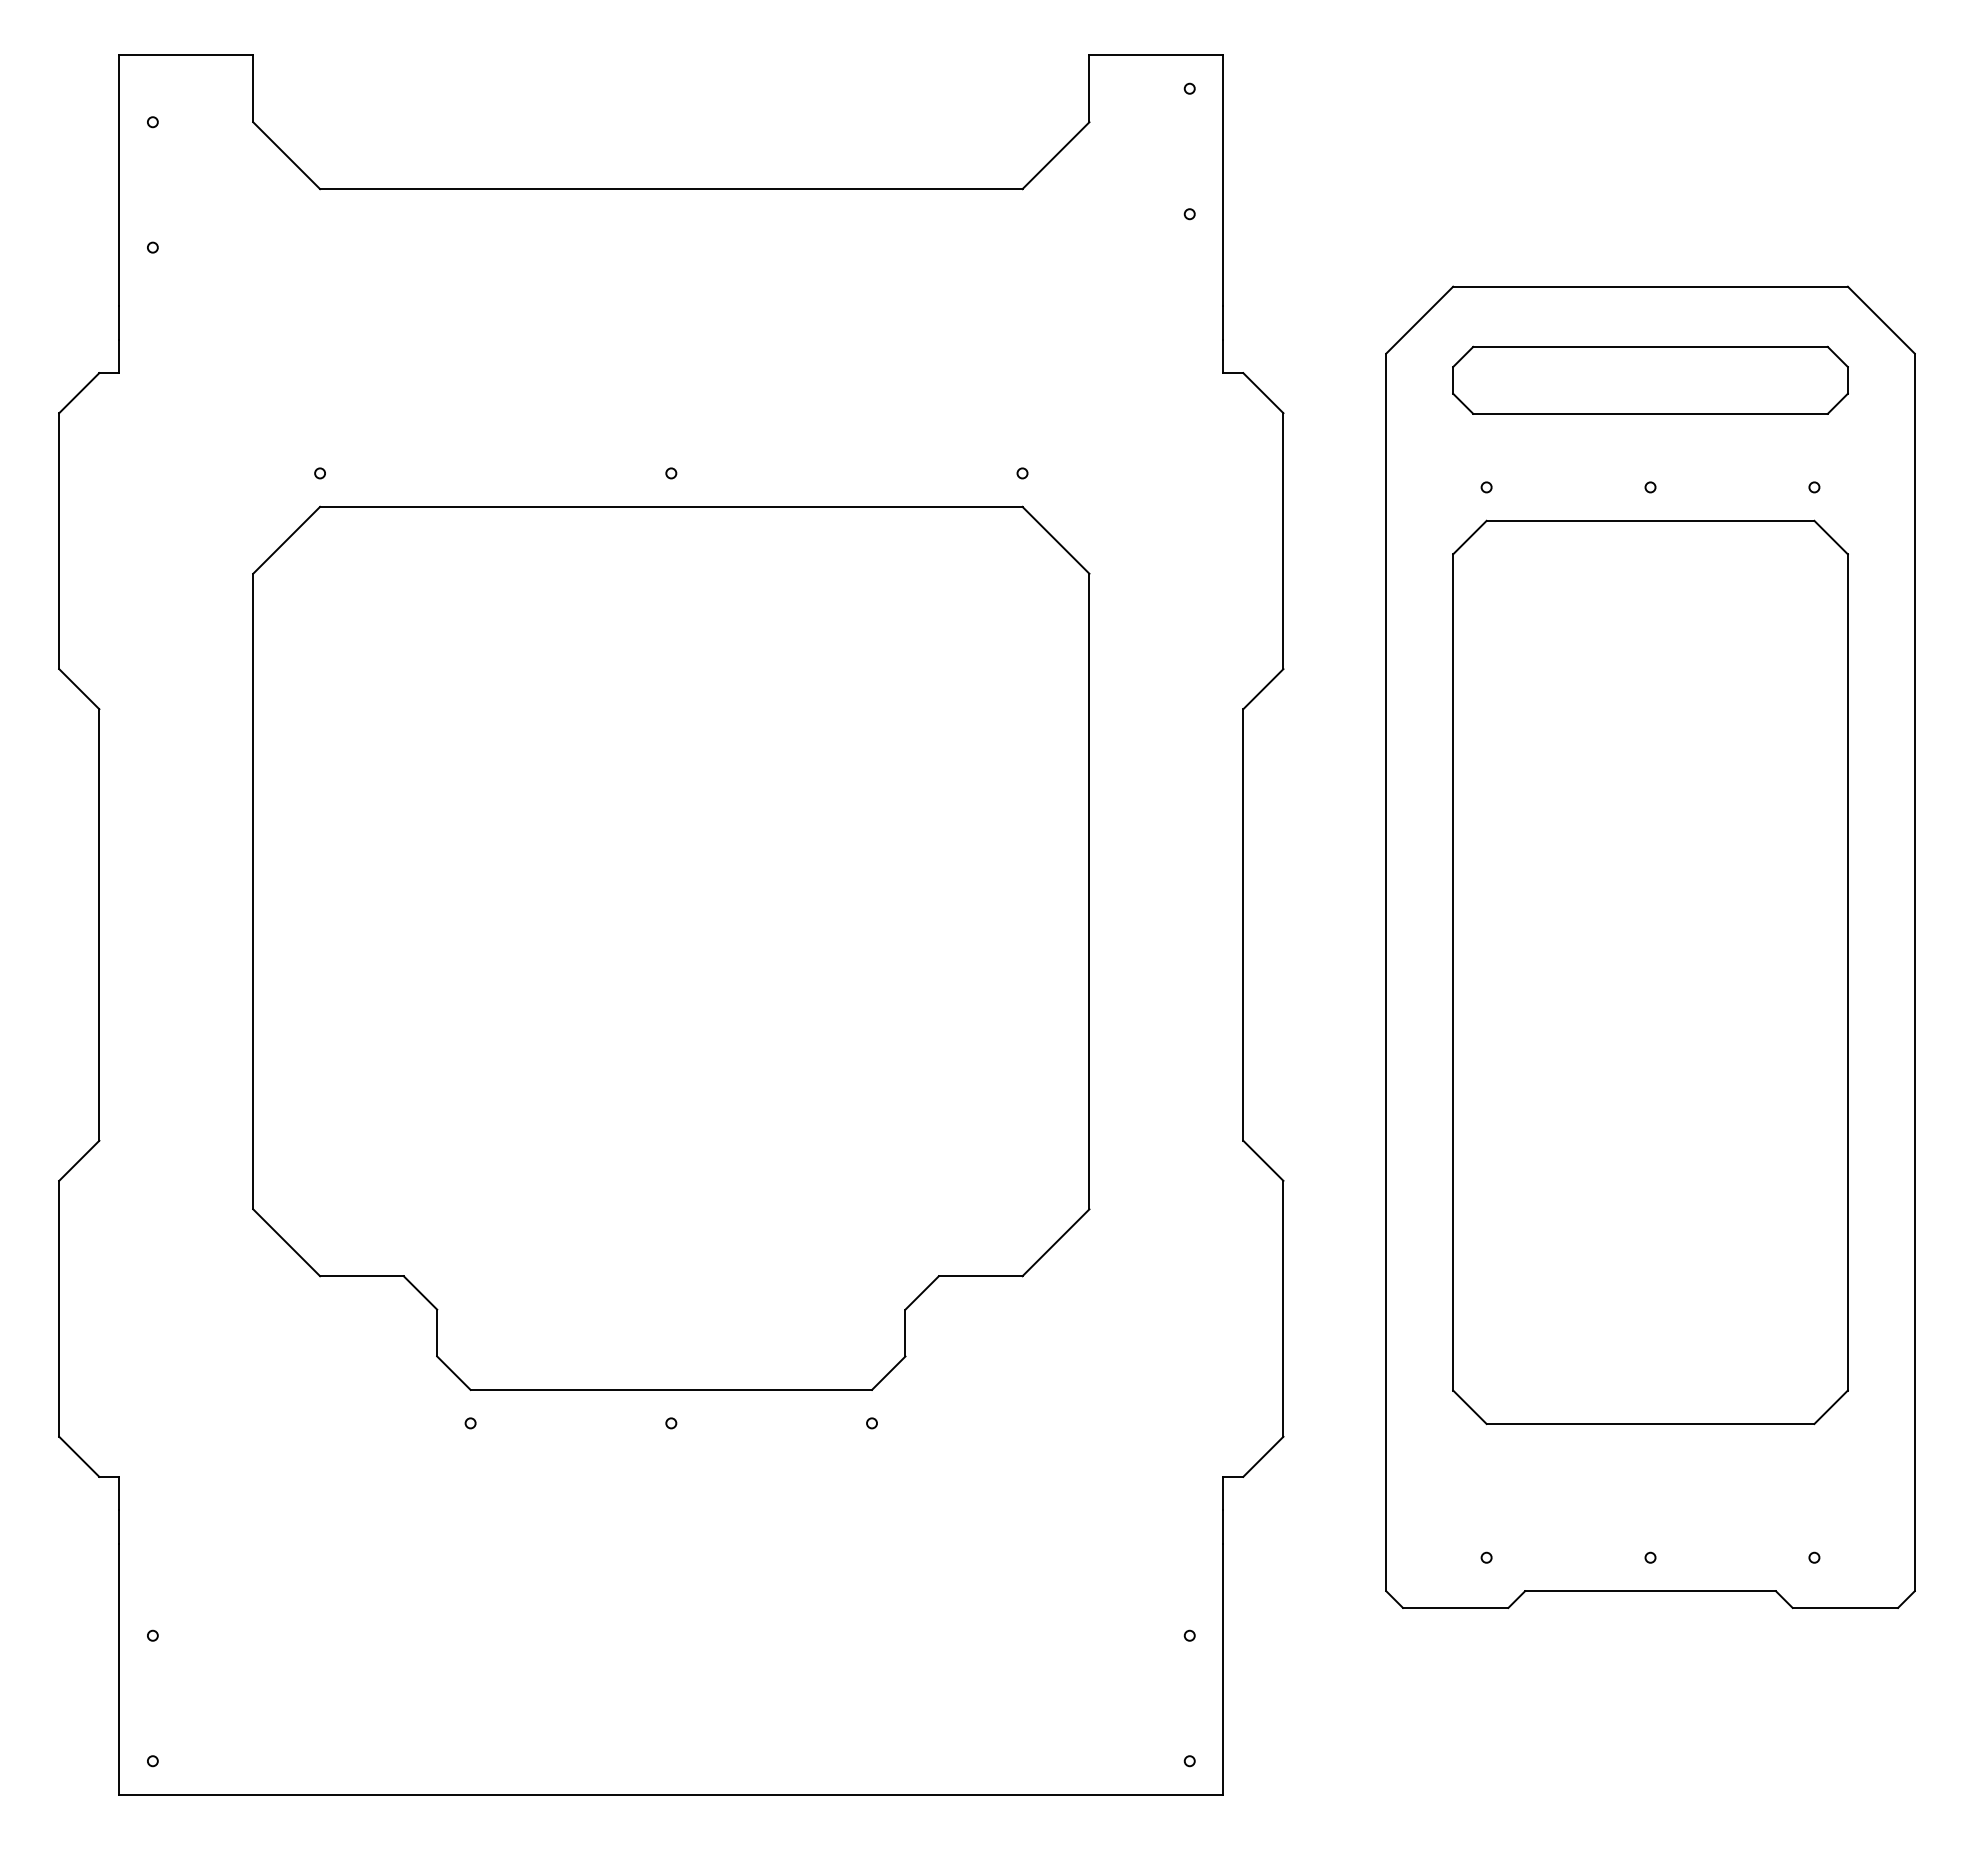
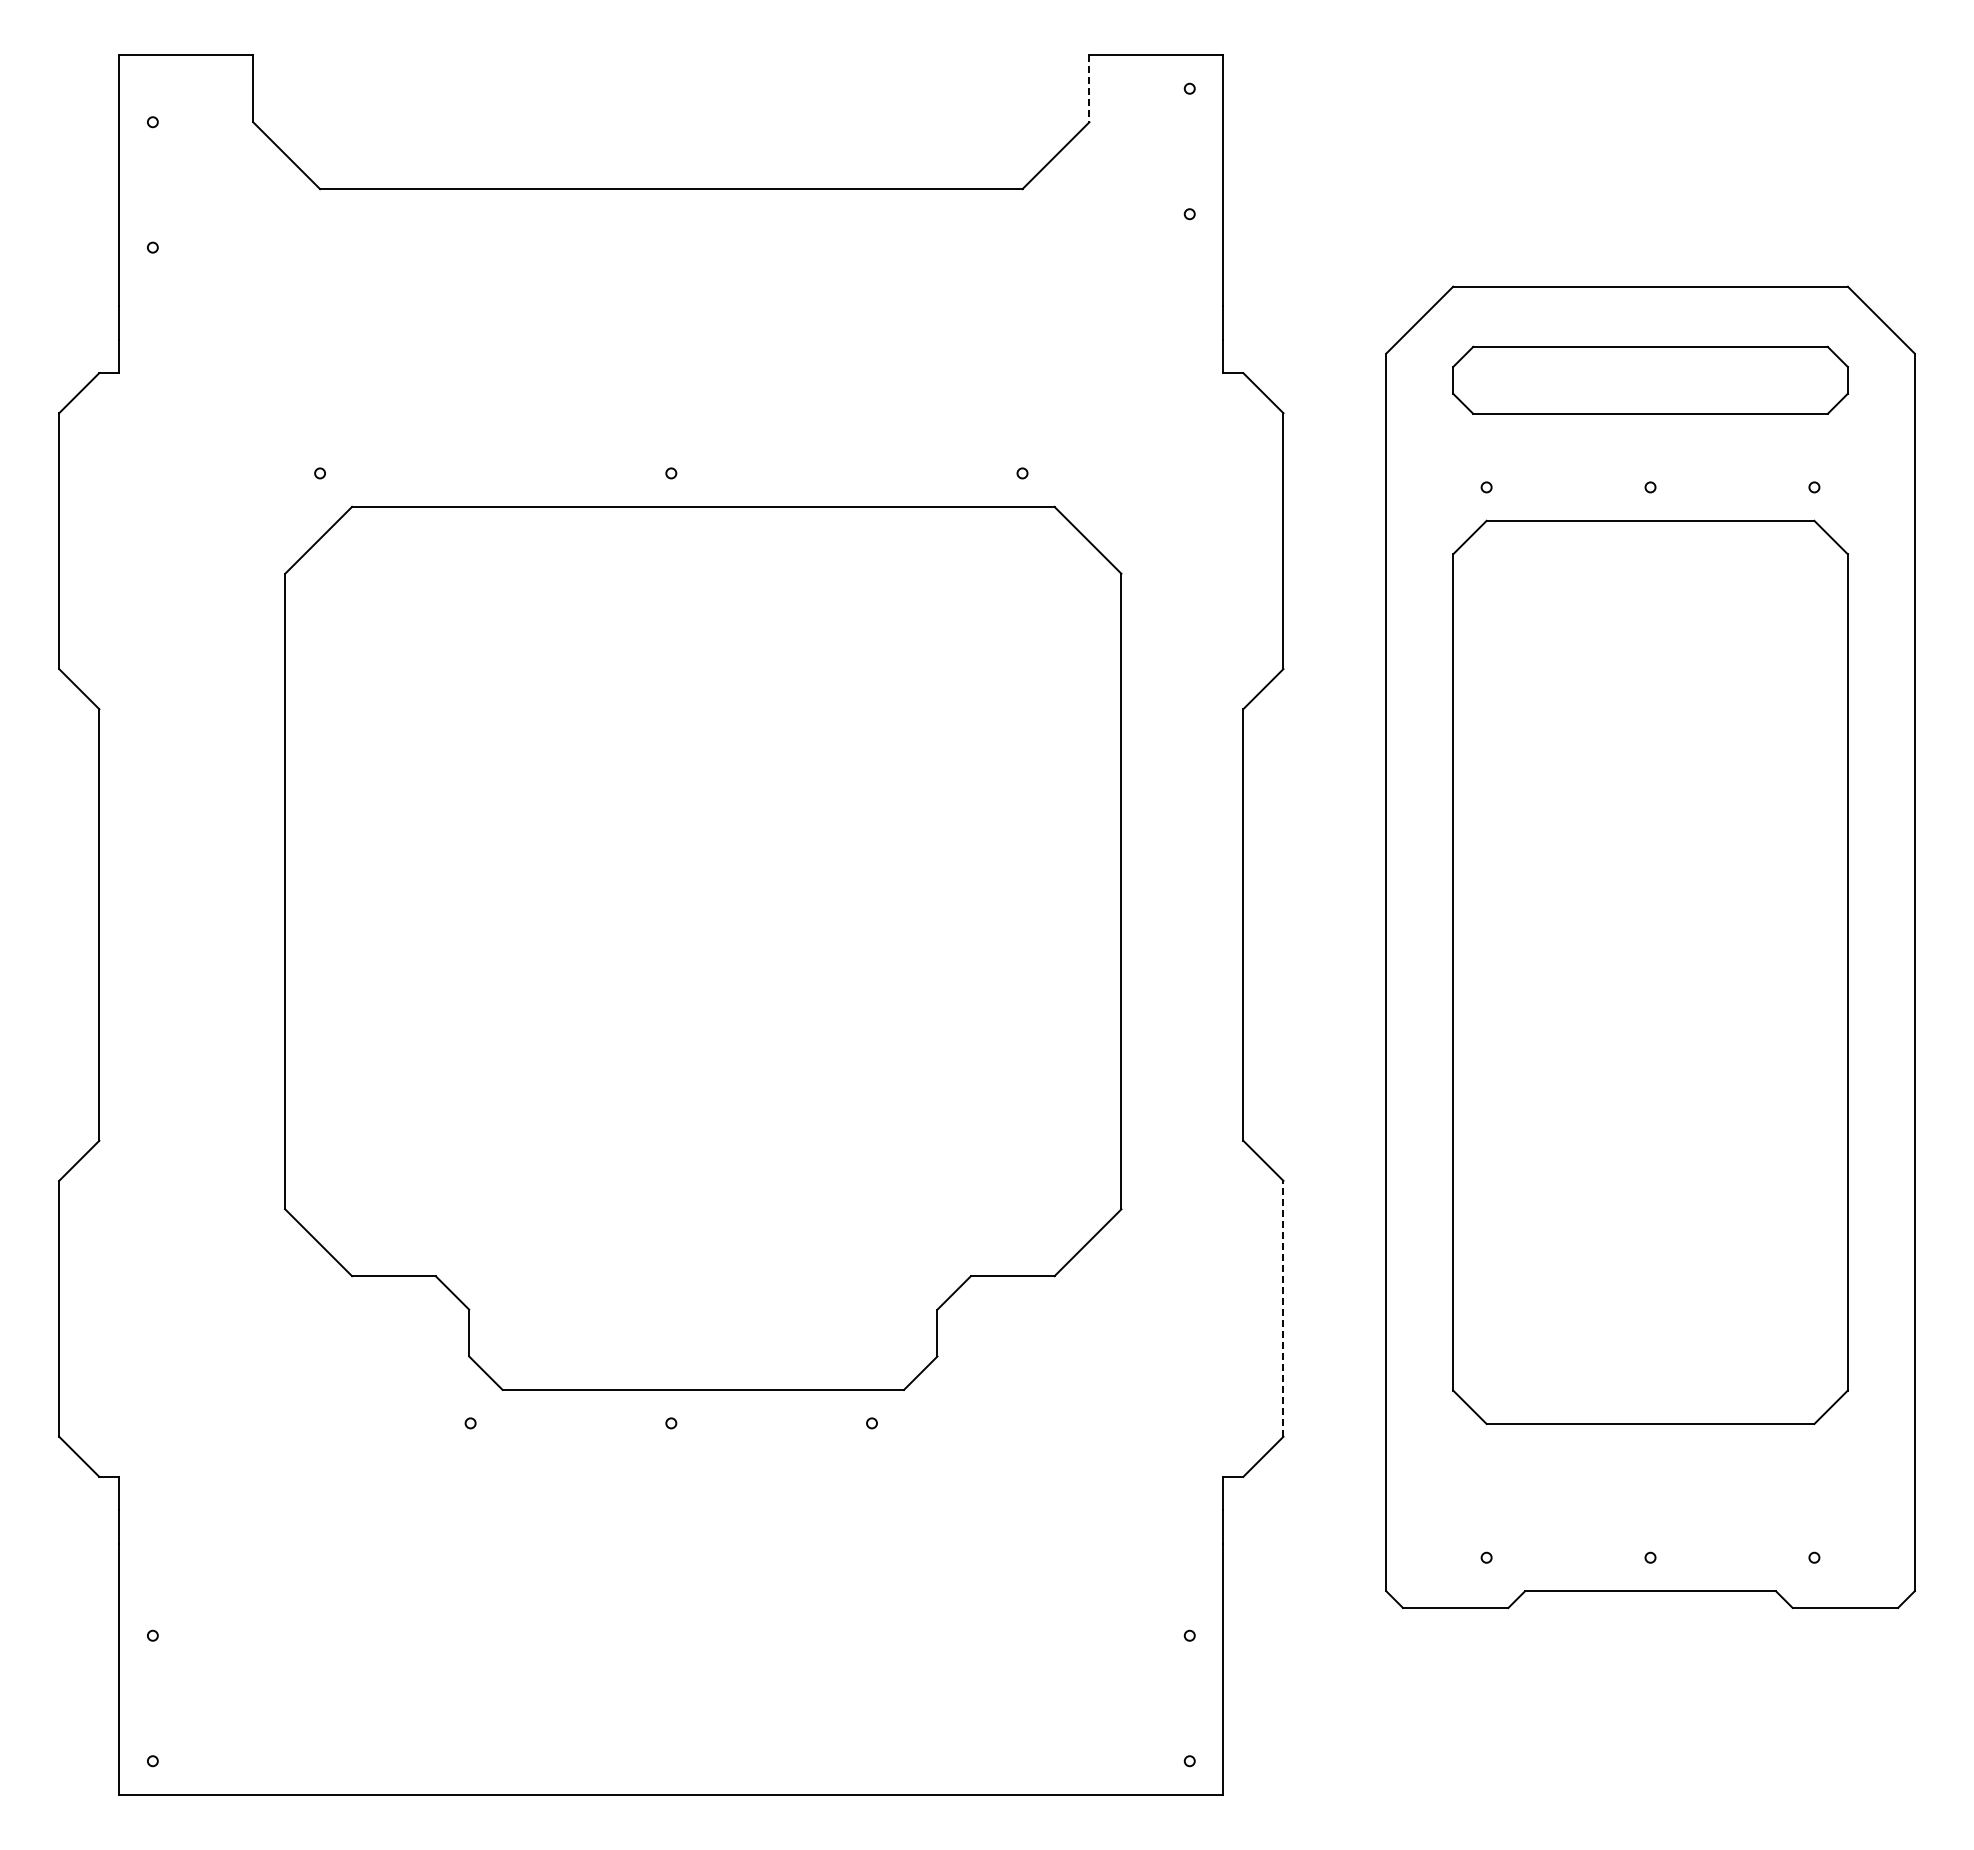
line at (1089, 89): solid -> dashed
part at (671, 947) position: (671, 947) -> (703, 947)
line at (1283, 1308): solid -> dashed
